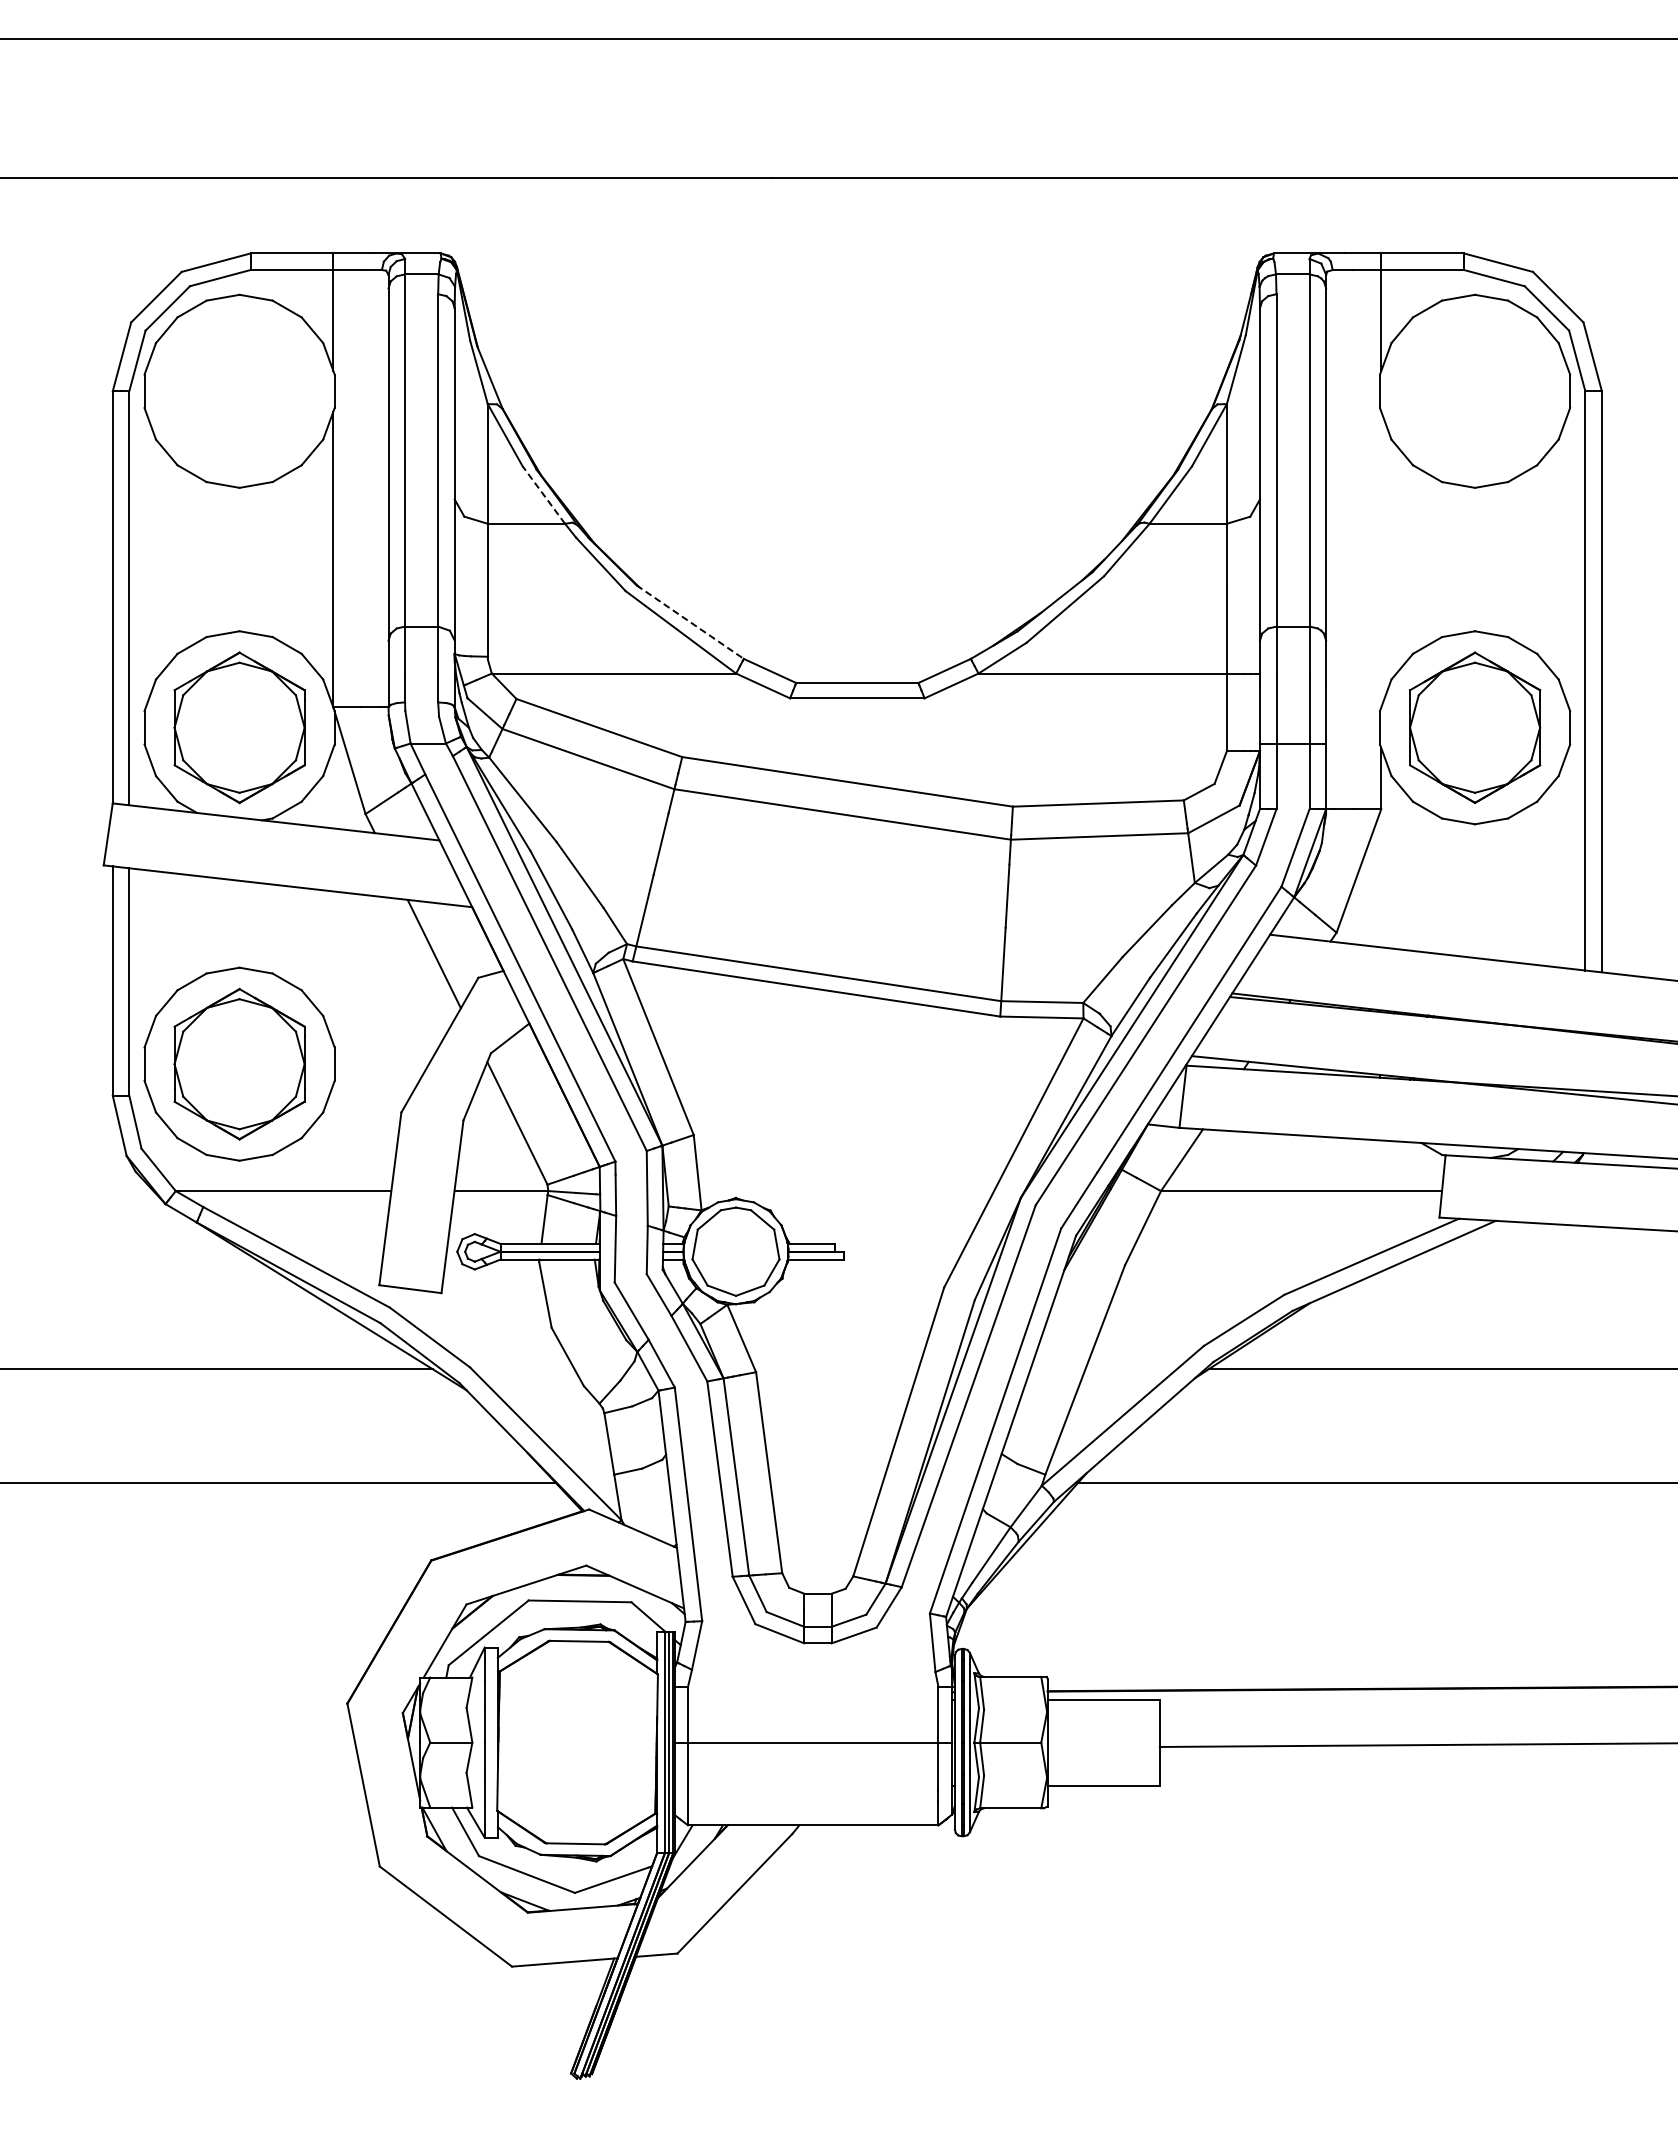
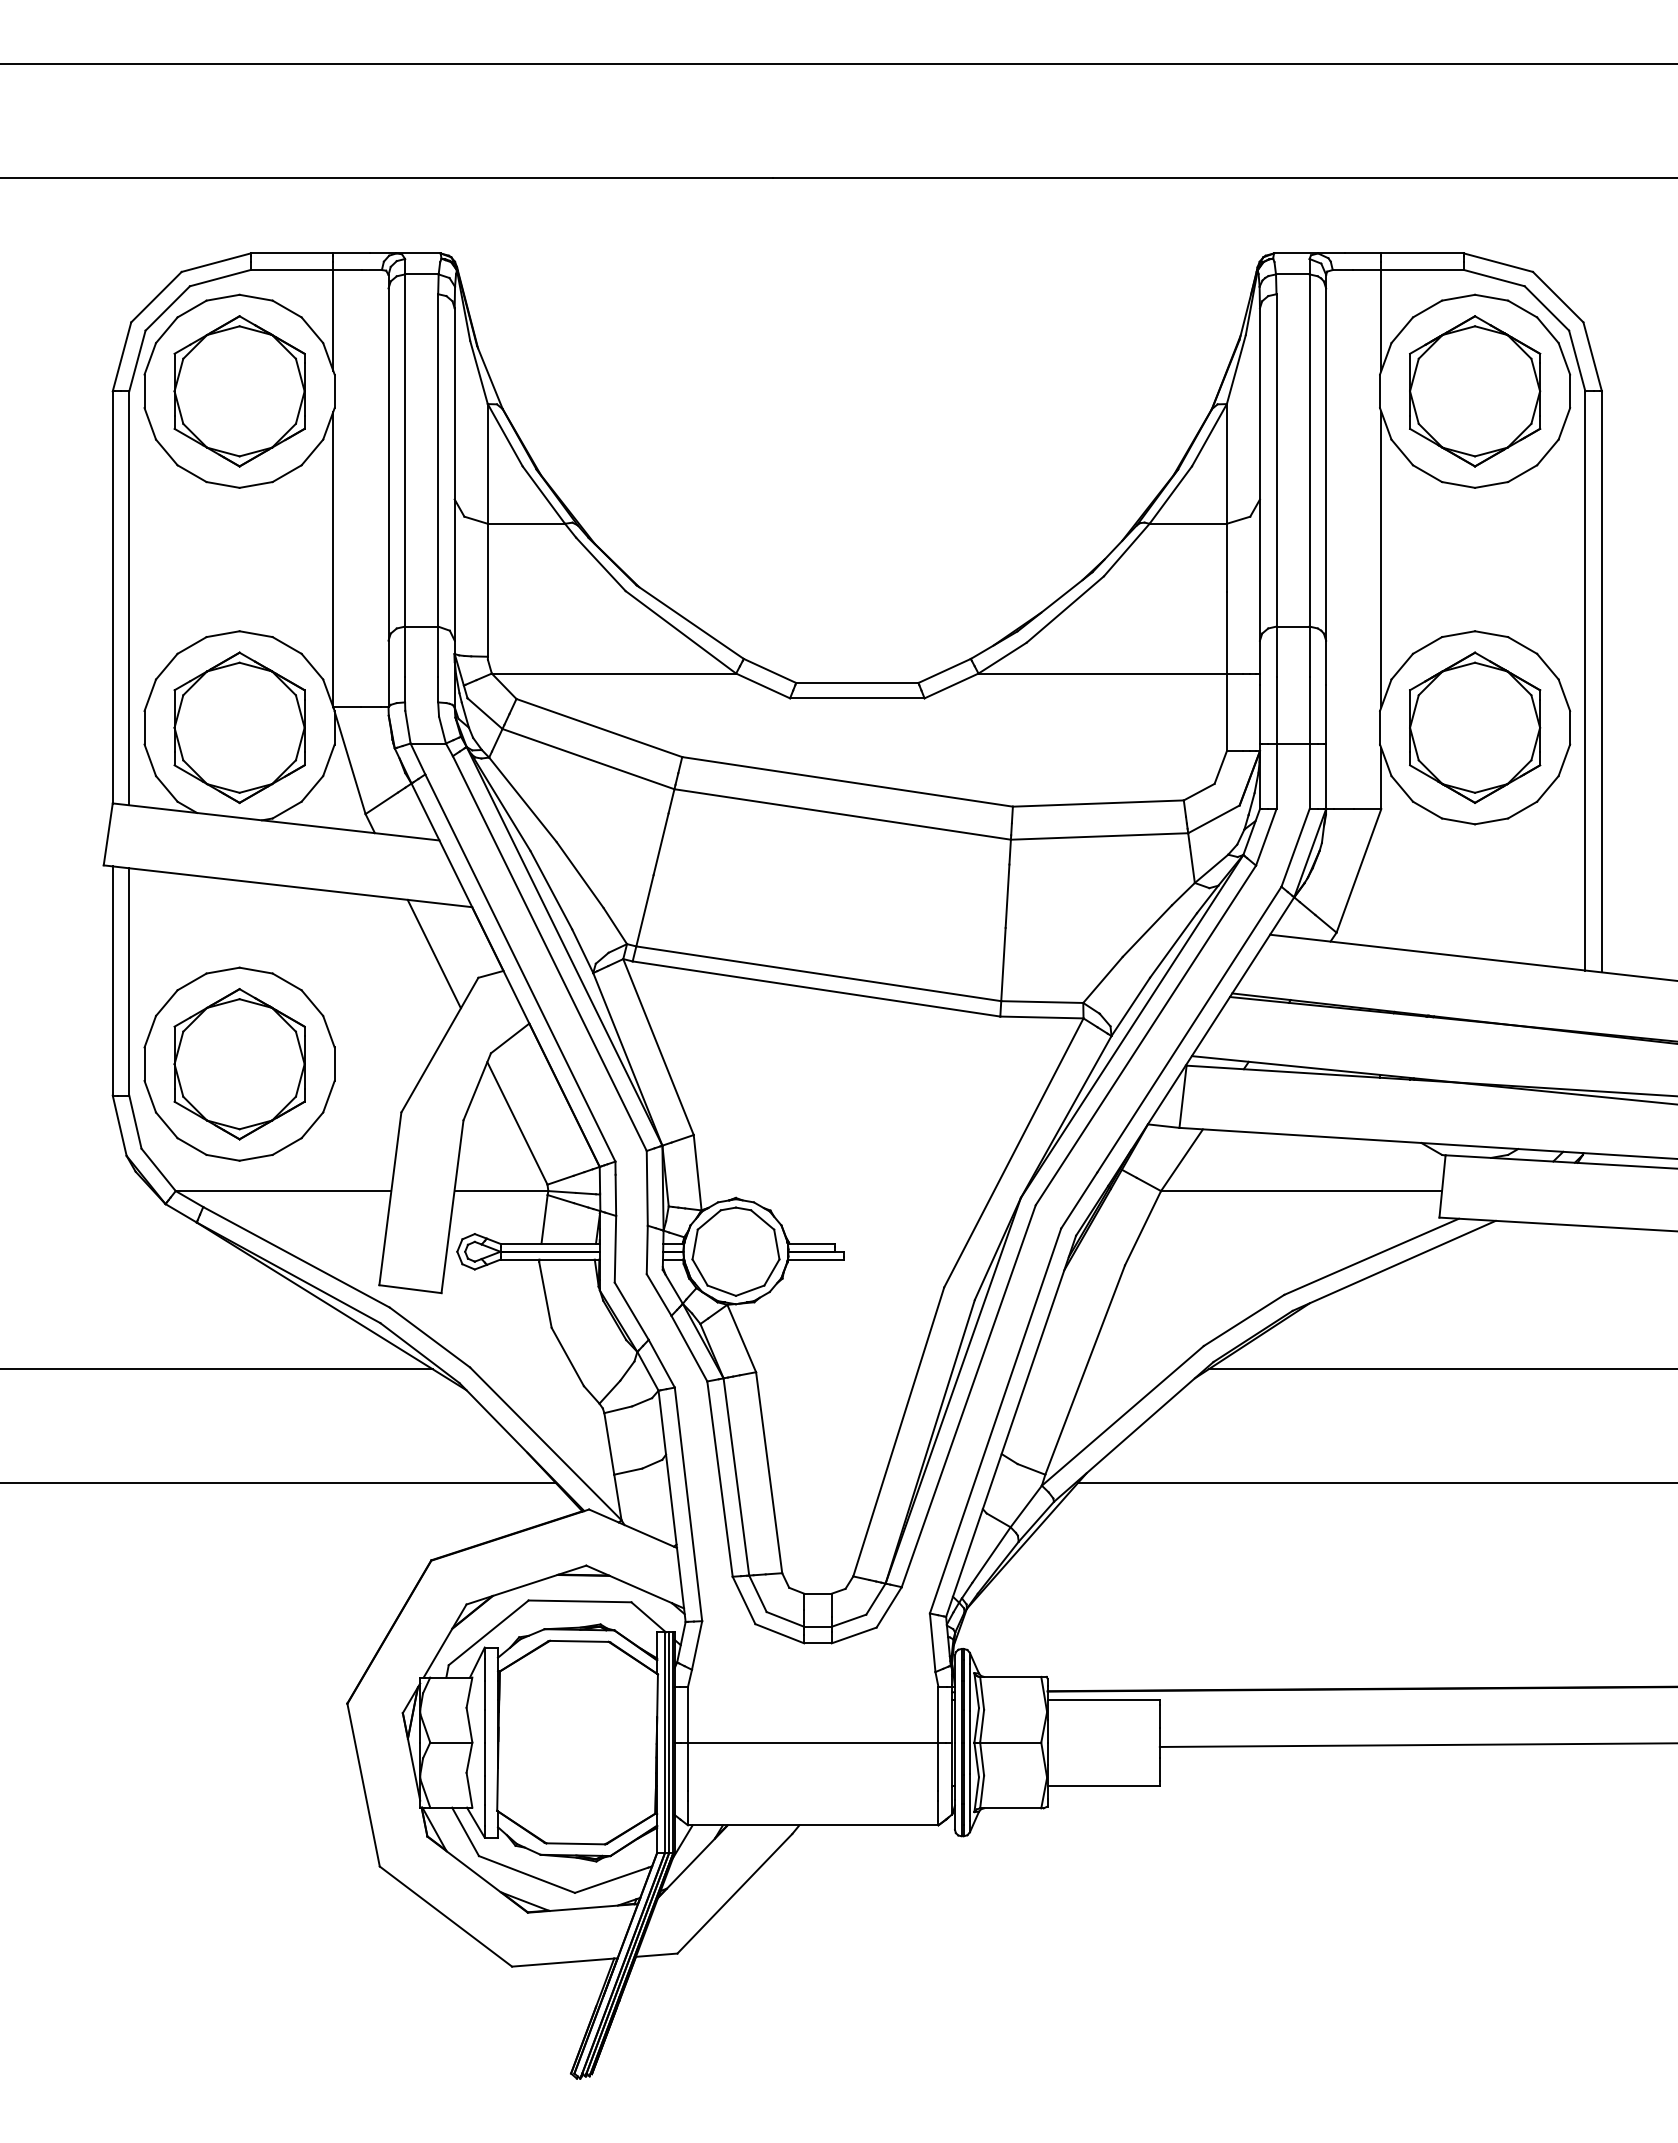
line at (838, 39) position: (838, 39) -> (838, 64)
part at (239, 391): none -> present
part at (1475, 391): none -> present
line at (543, 495): dashed -> solid
line at (1381, 559): none -> present
line at (690, 622): dashed -> solid
